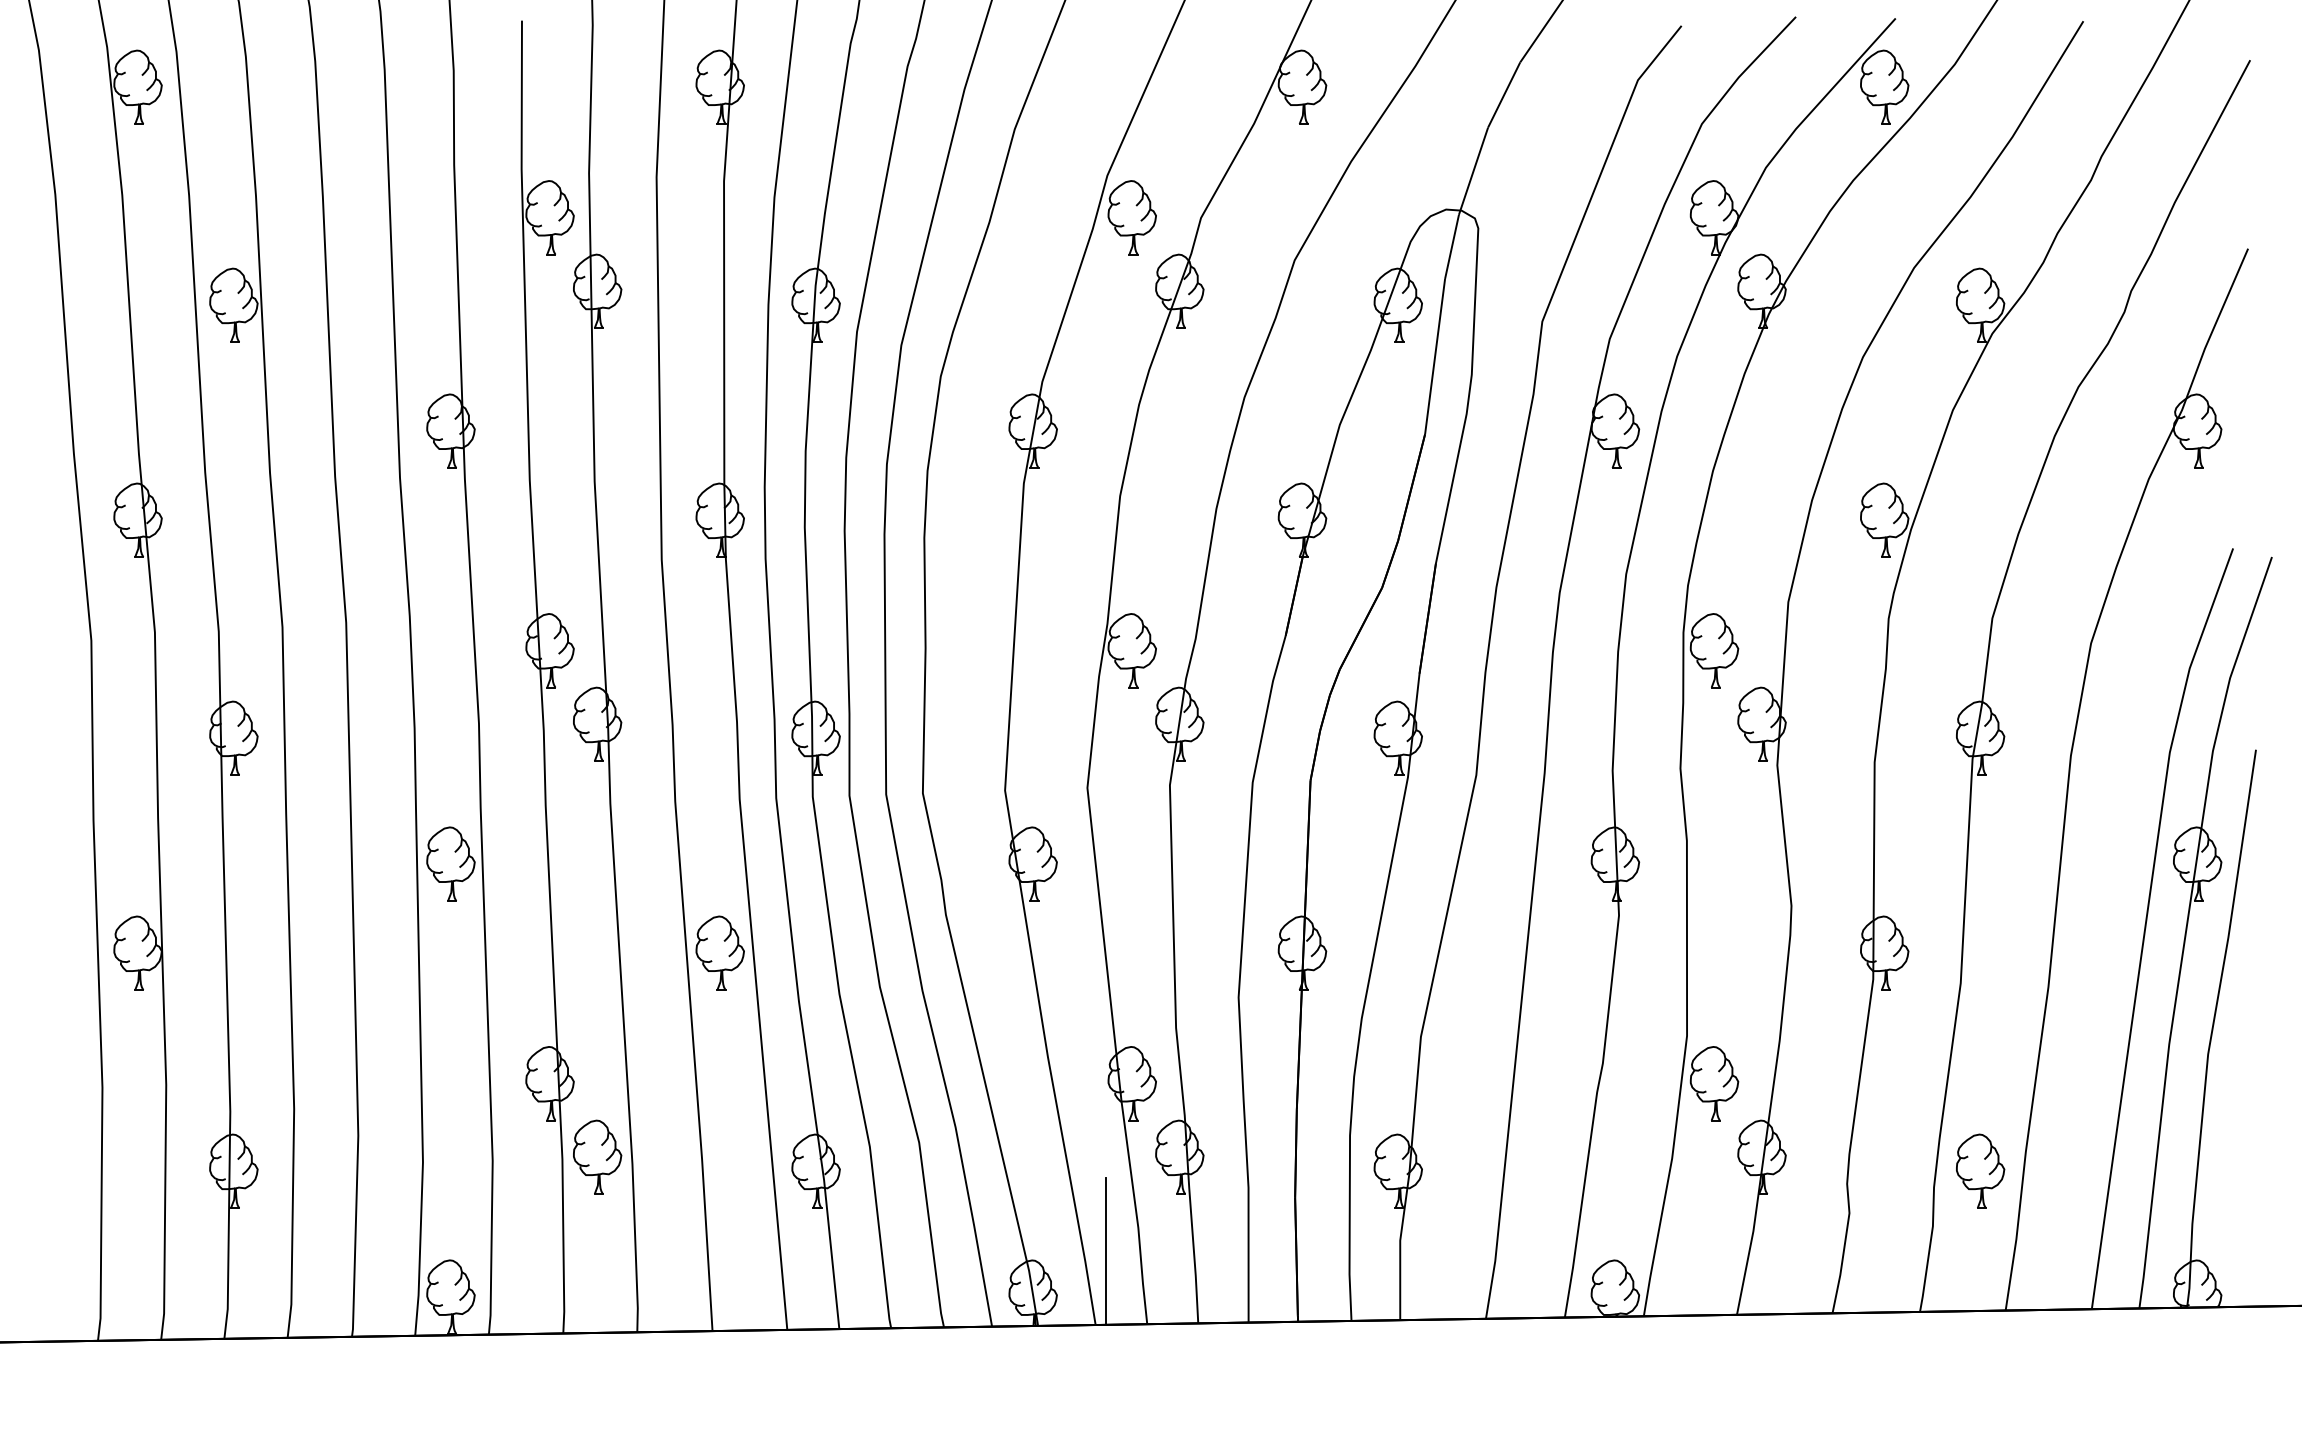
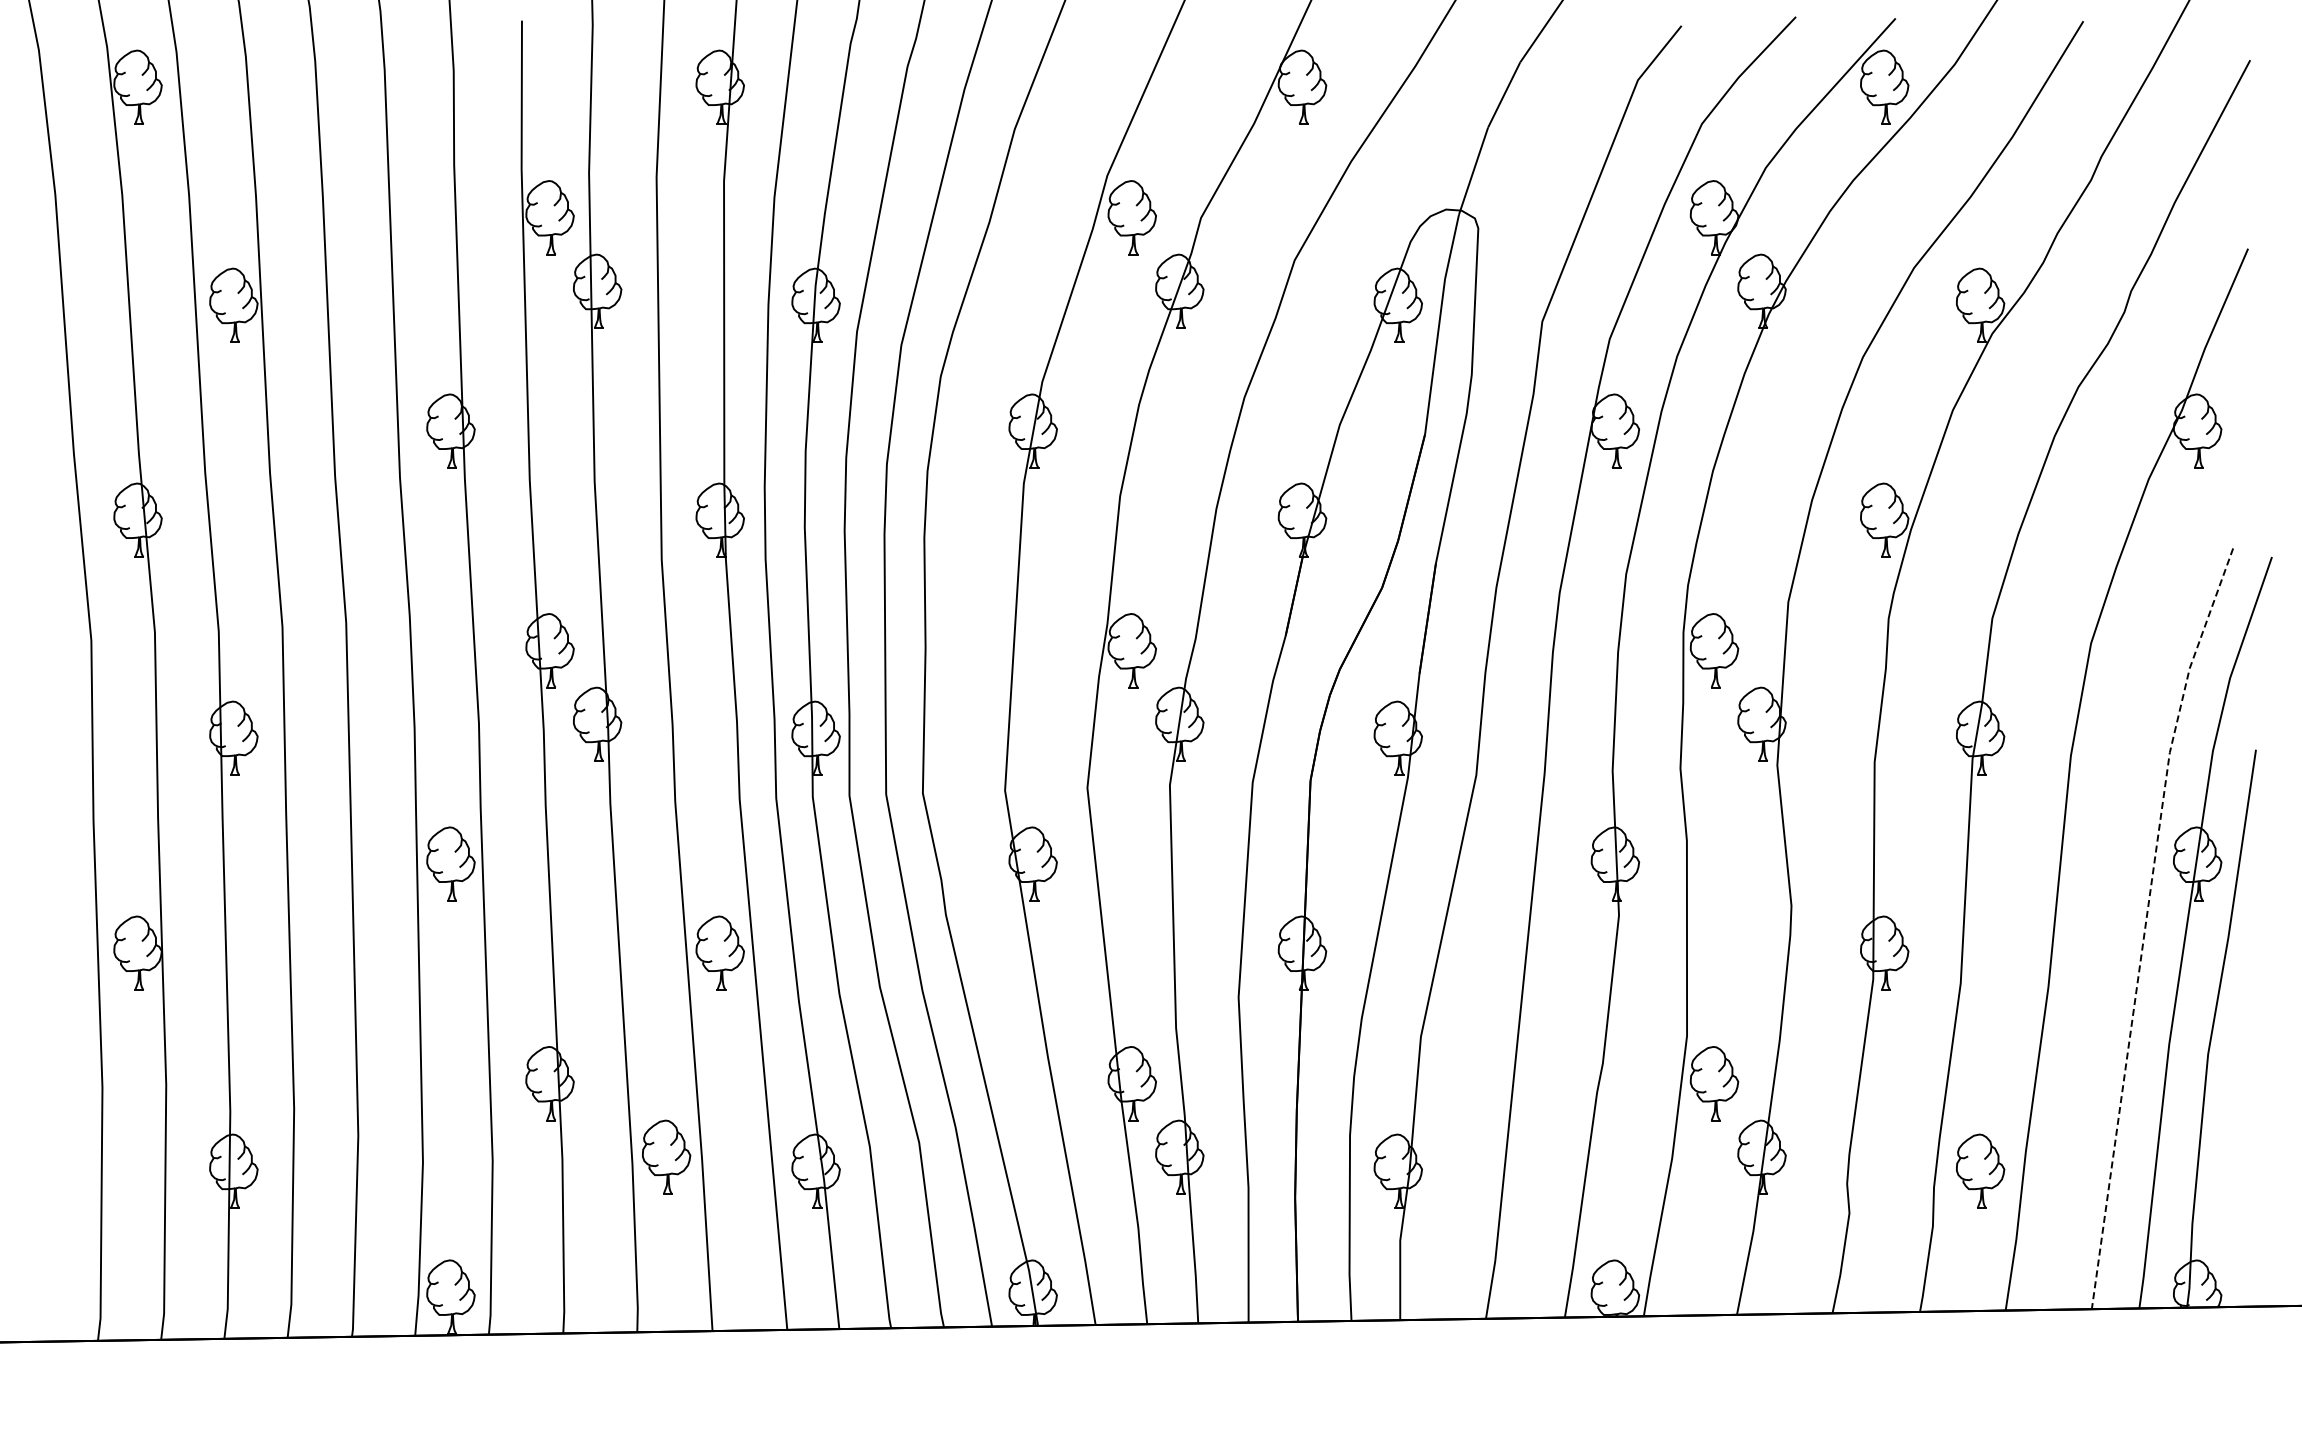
line at (2145, 923): solid -> dashed
part at (597, 1156) position: (597, 1156) -> (666, 1156)
line at (1105, 1251): present -> none
